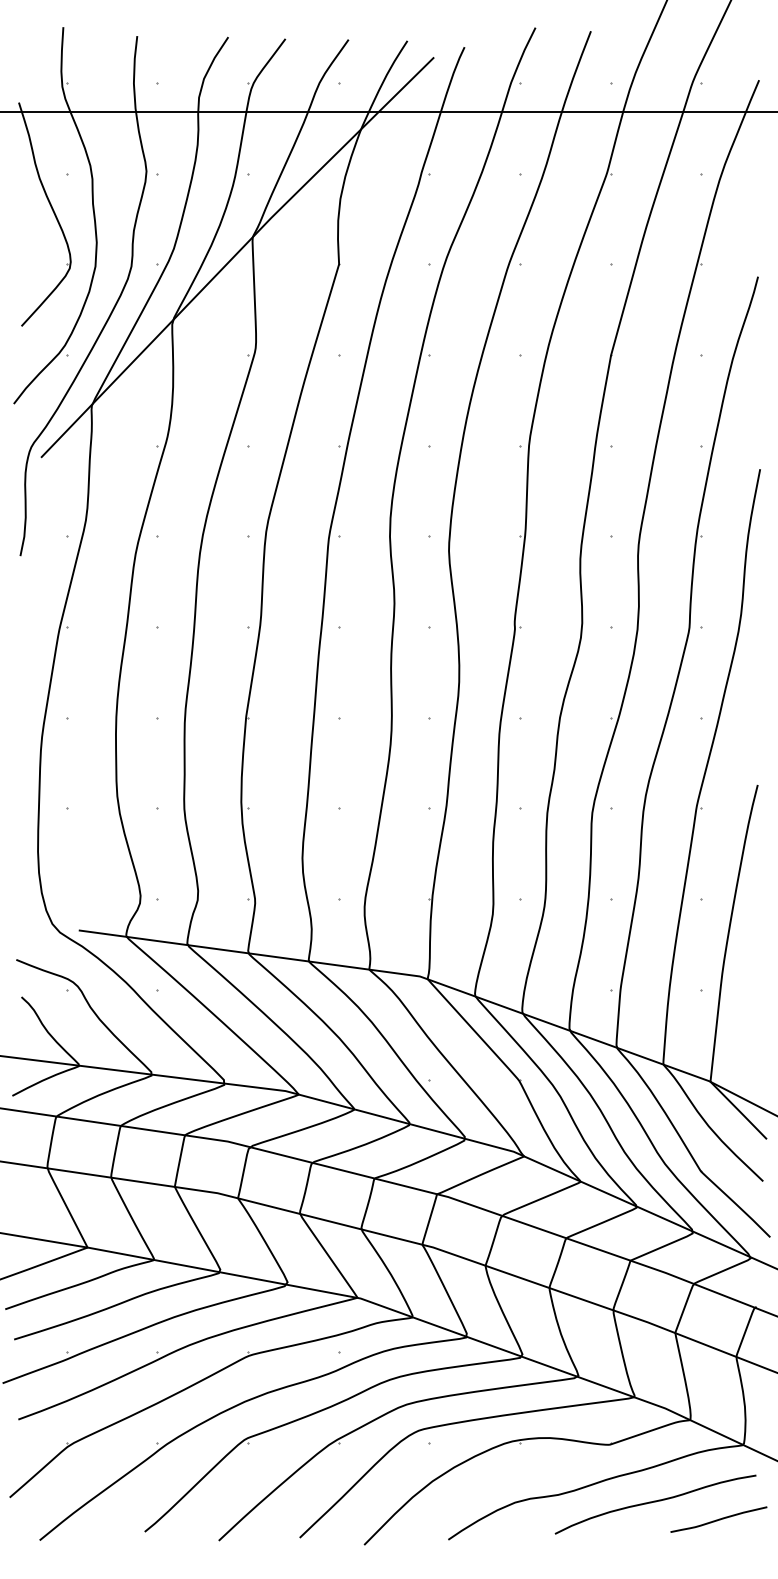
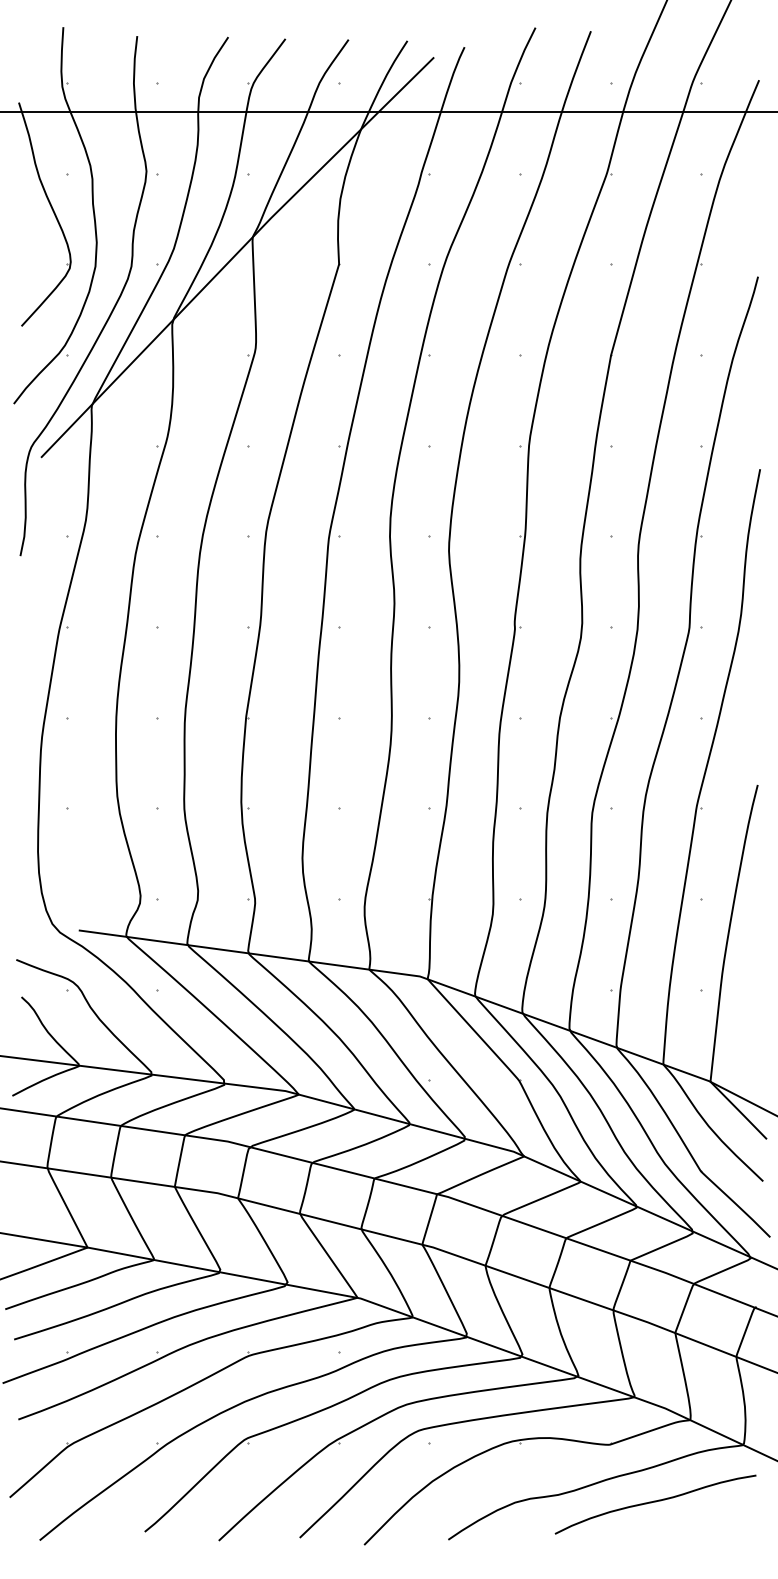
curve at (718, 1519): present -> none
